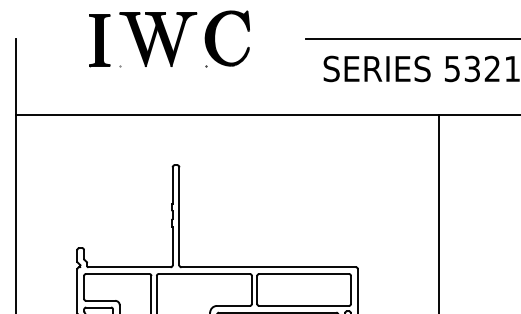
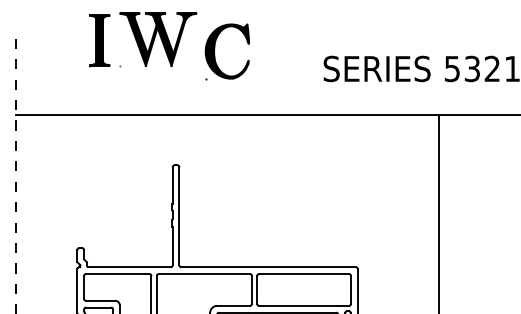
part at (215, 35) position: (215, 35) -> (215, 48)
line at (411, 38): present -> none
line at (15, 176): solid -> dashed
